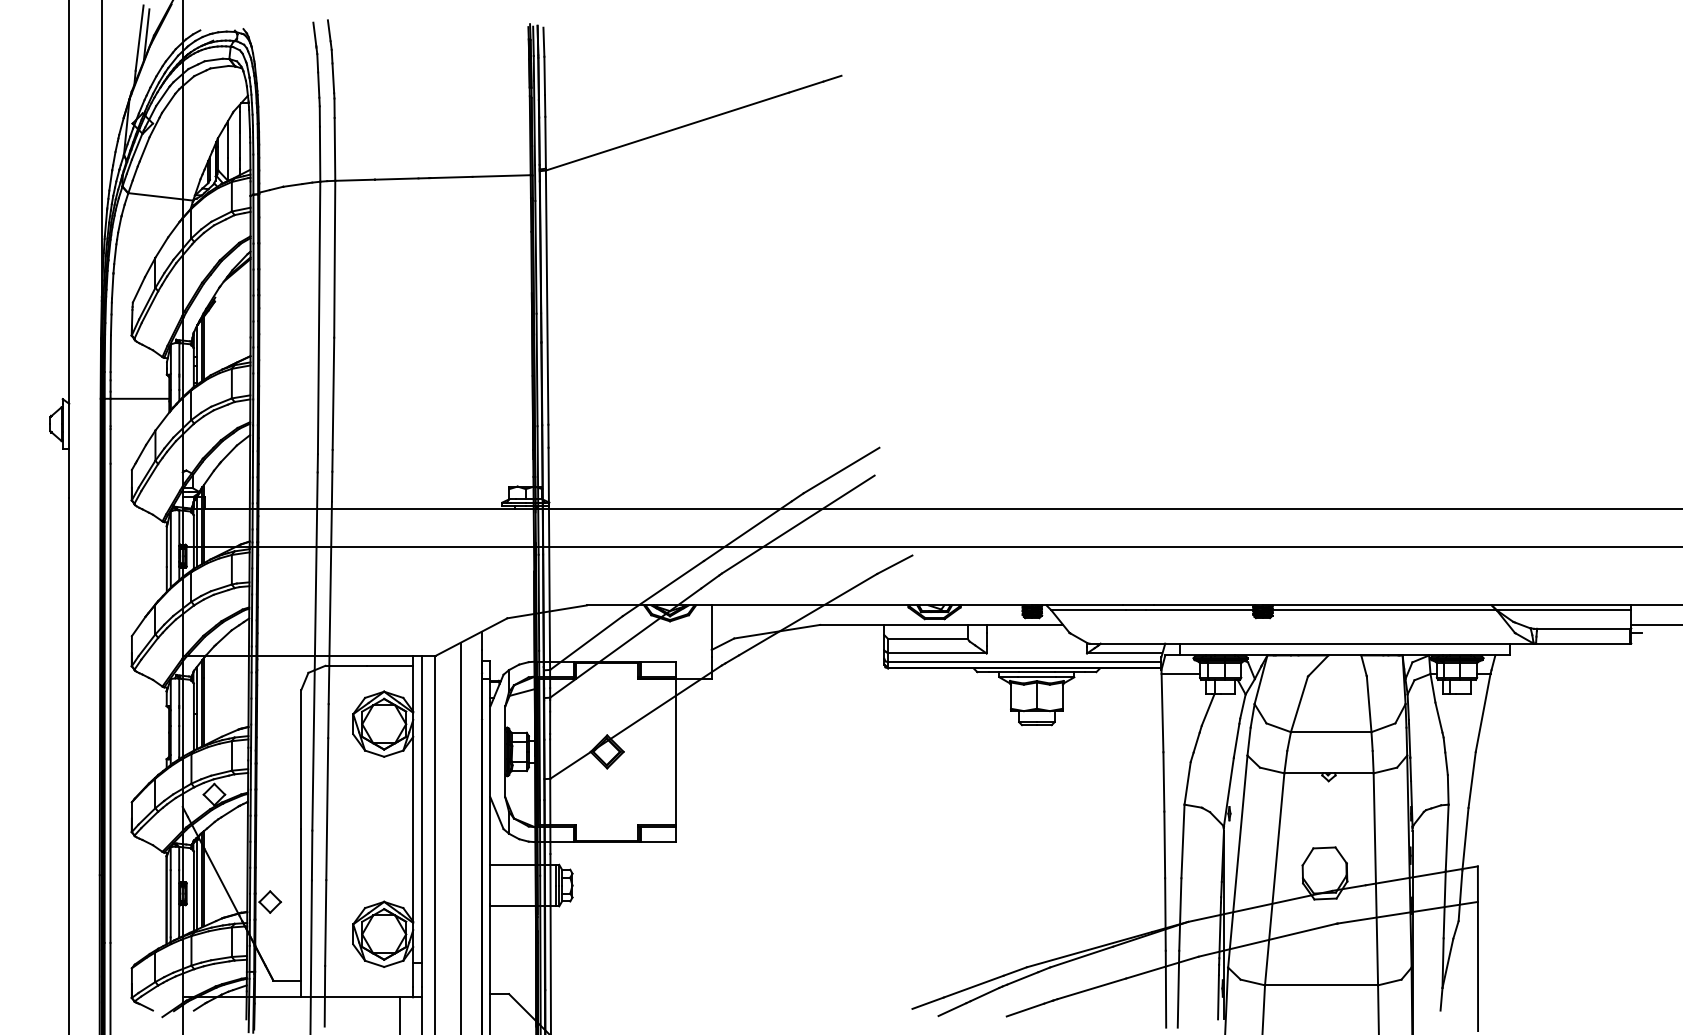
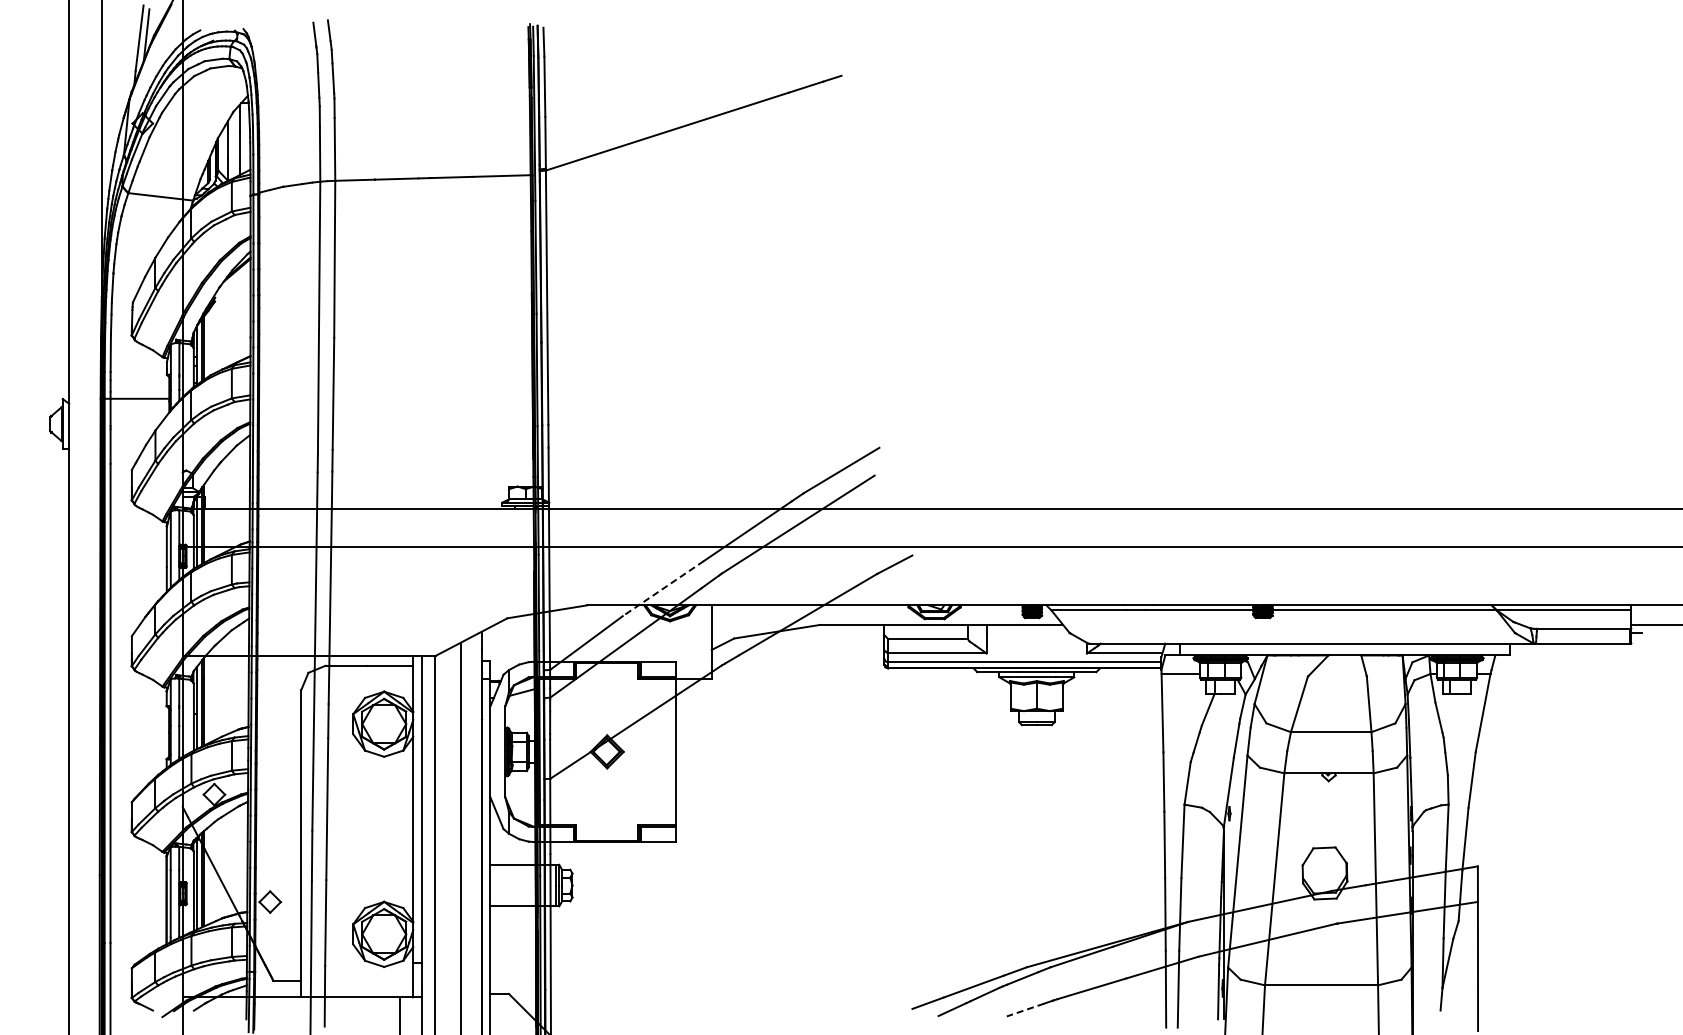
line at (662, 588): solid -> dashed
line at (1025, 1010): solid -> dashed
